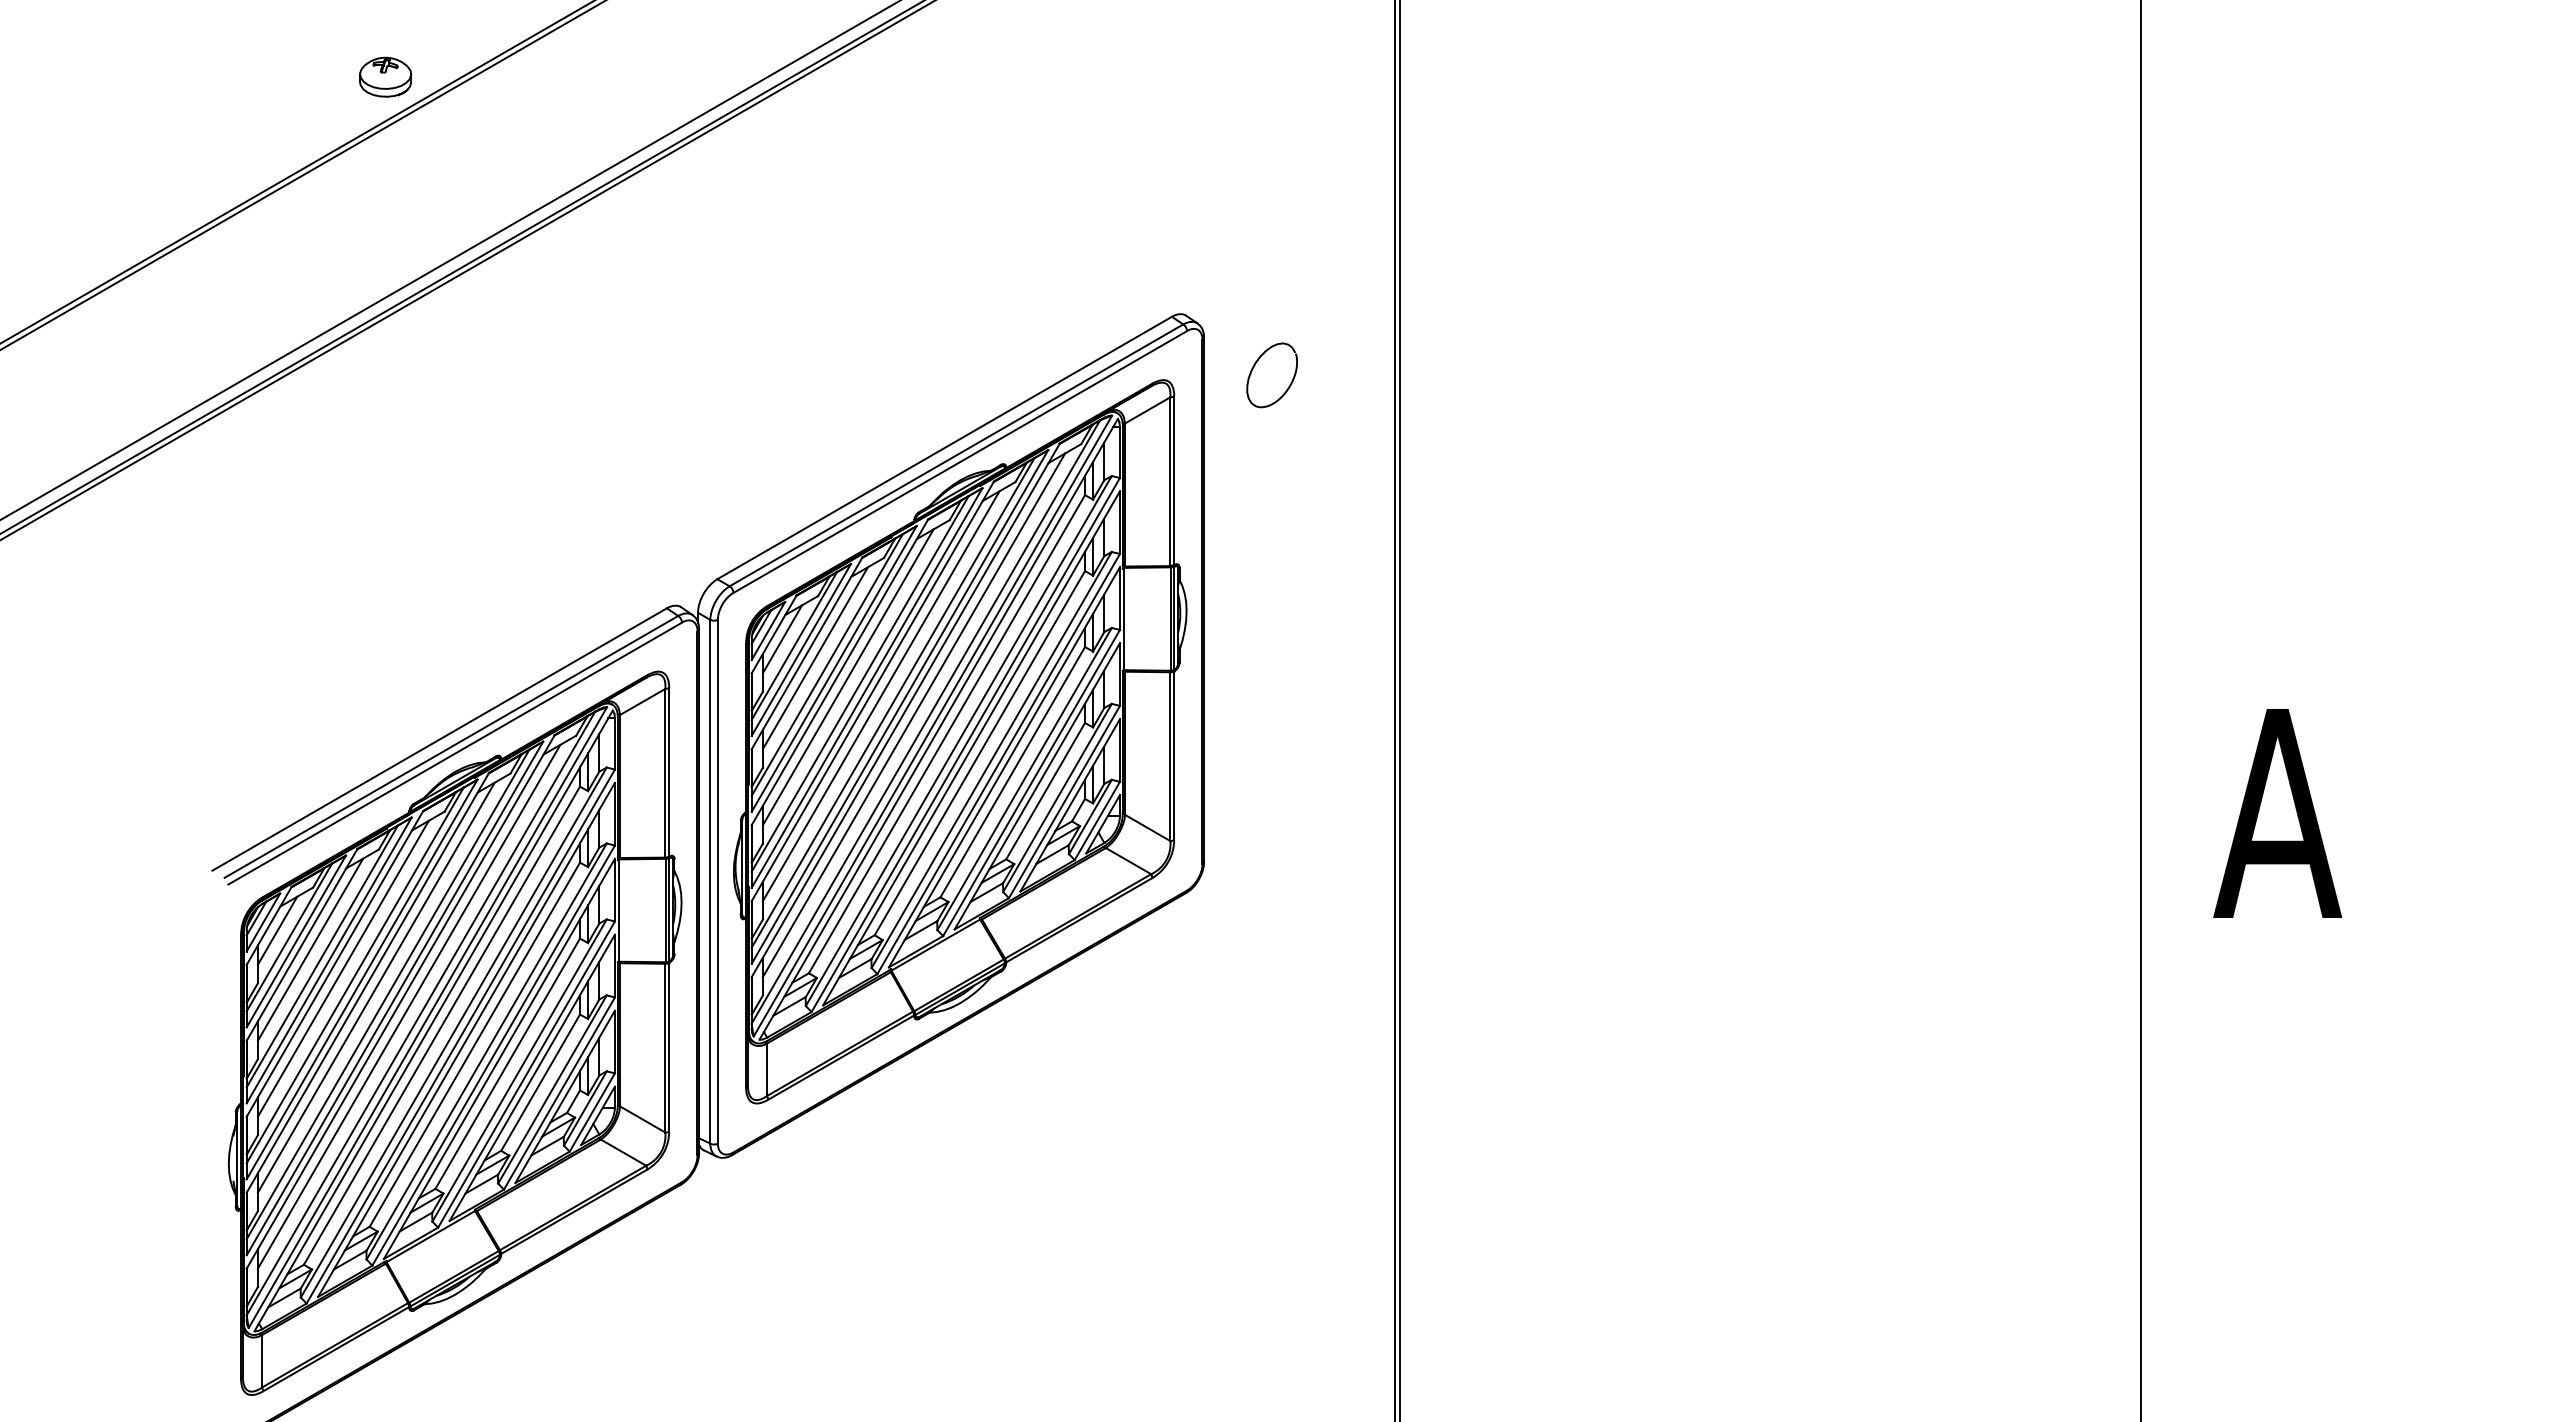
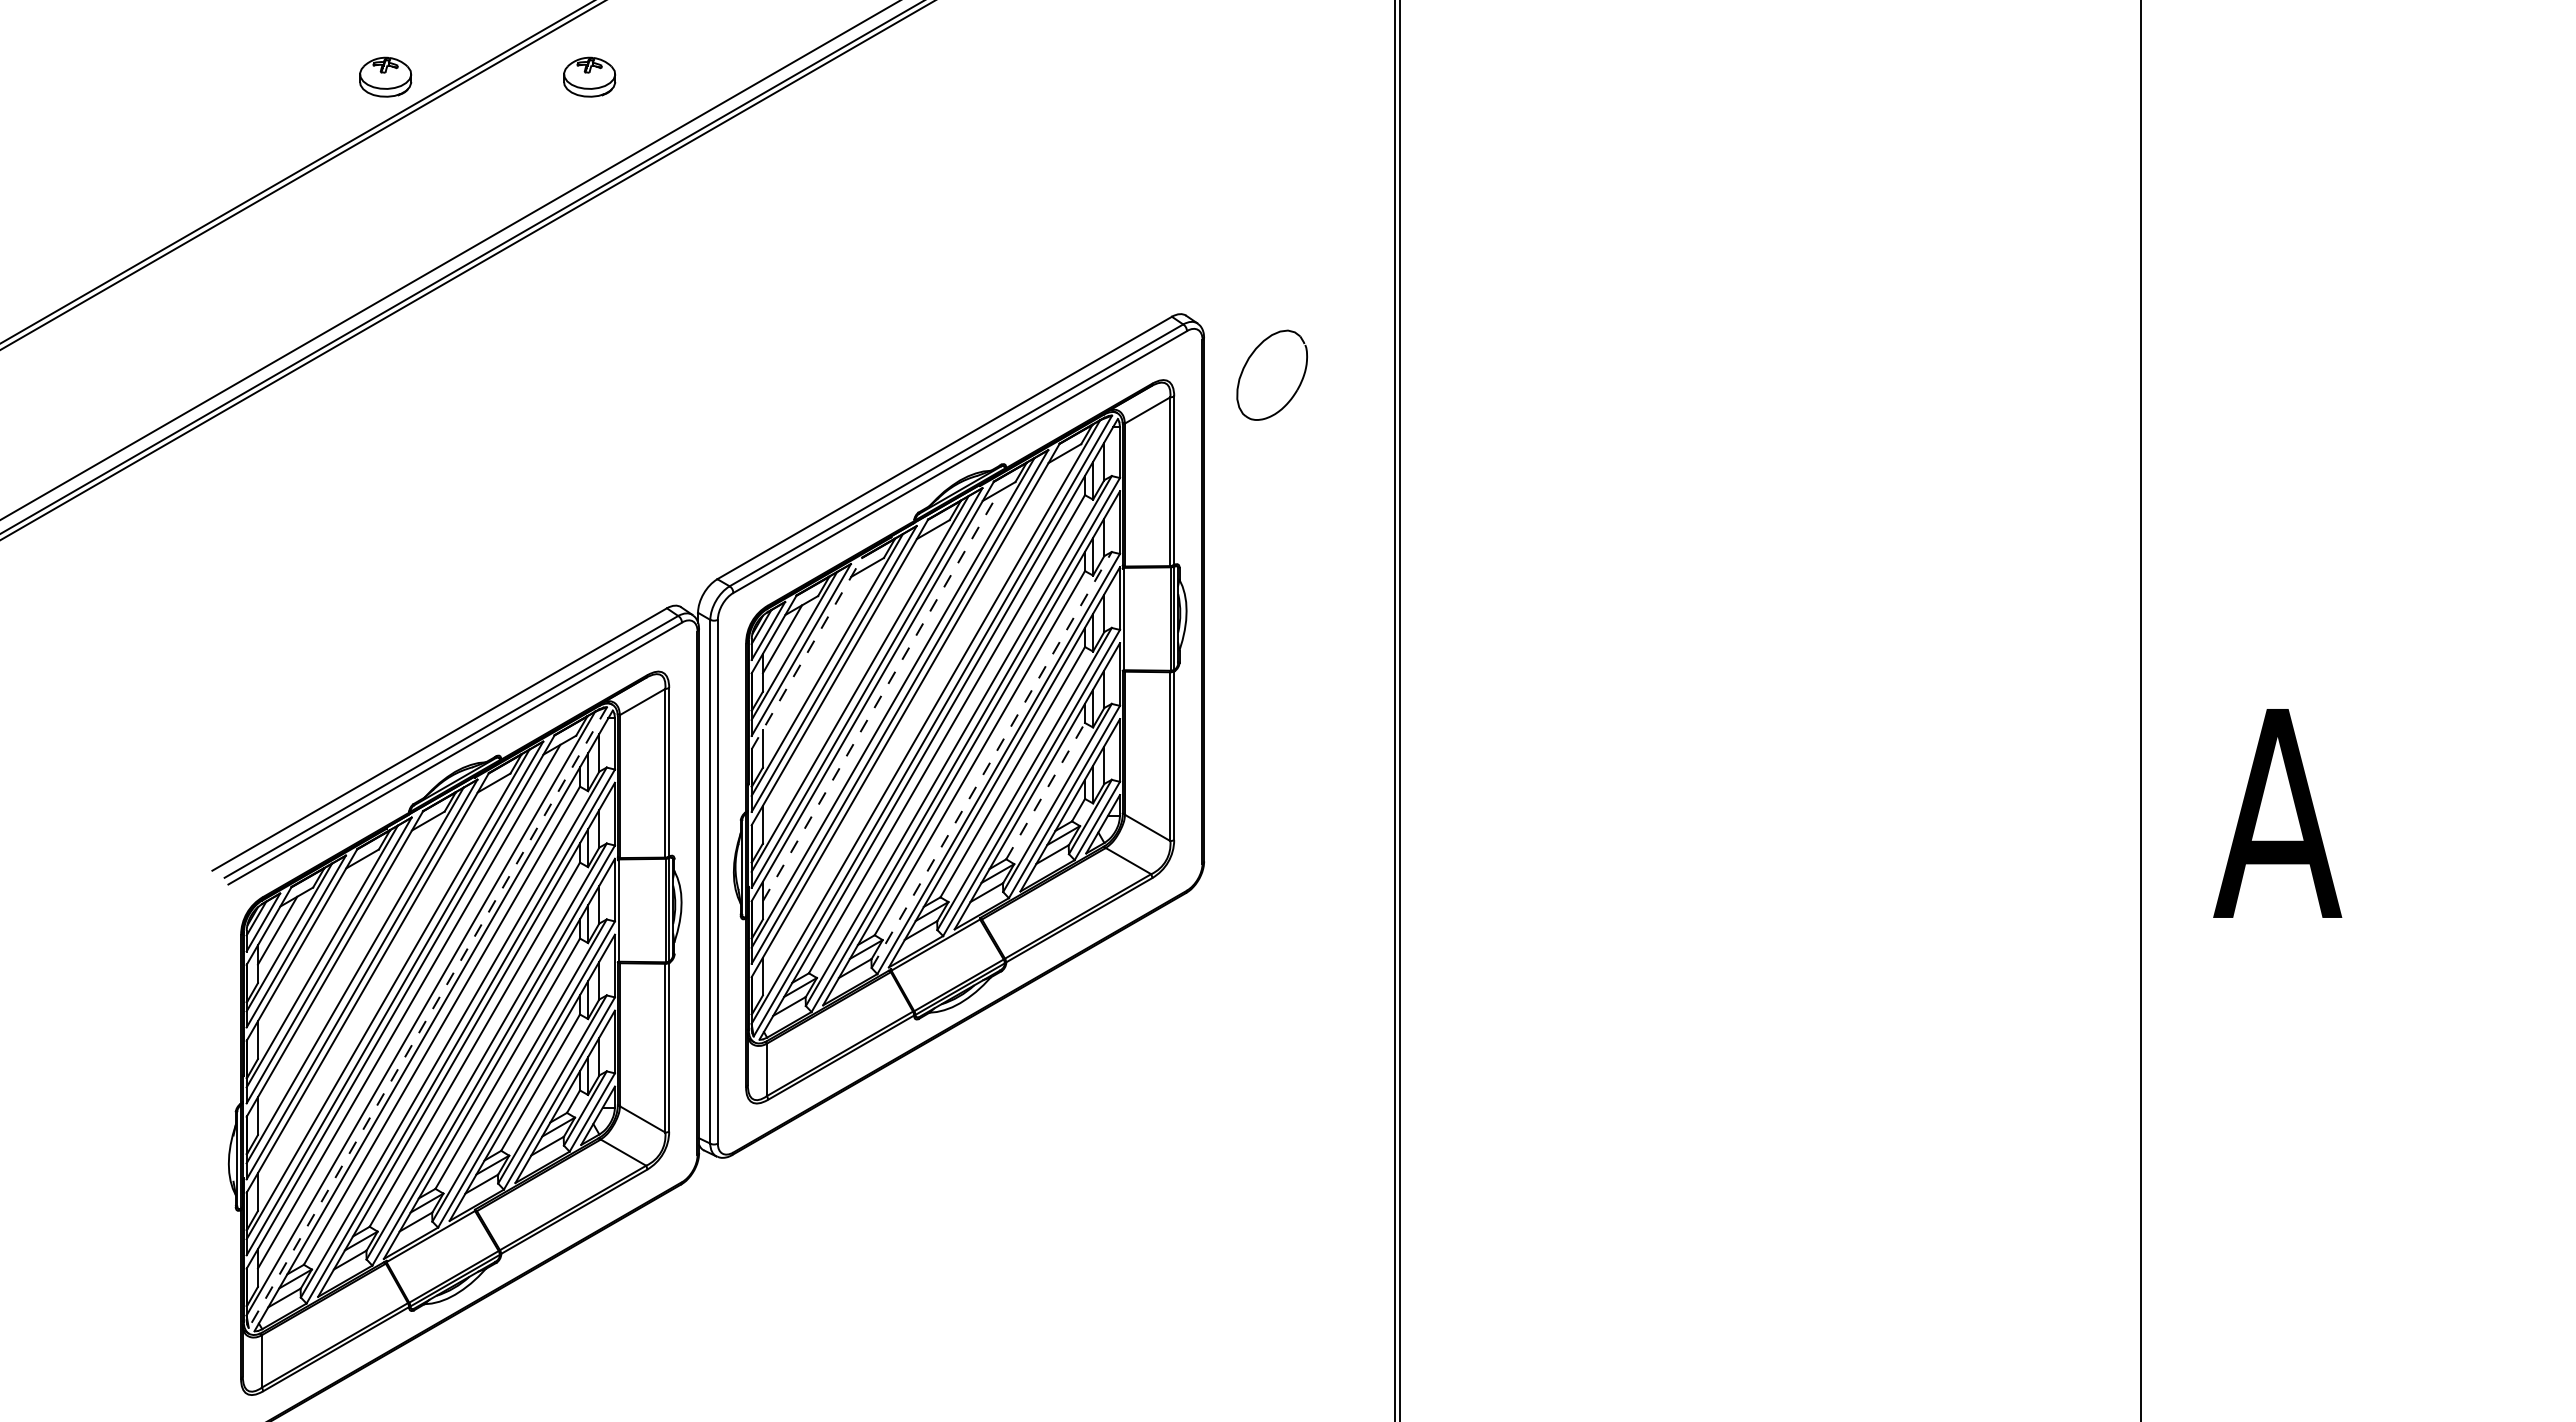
part at (589, 76): none -> present
part at (1271, 375) size: 52x67 px -> 72x92 px
line at (807, 653): solid -> dashed
line at (814, 658): present -> none
line at (847, 677): present -> none
line at (881, 696): solid -> dashed
line at (913, 715): present -> none
line at (991, 759): solid -> dashed
line at (1045, 791): solid -> dashed
line at (310, 949): present -> none
line at (342, 968): present -> none
line at (375, 987): present -> none
line at (427, 1018): solid -> dashed
